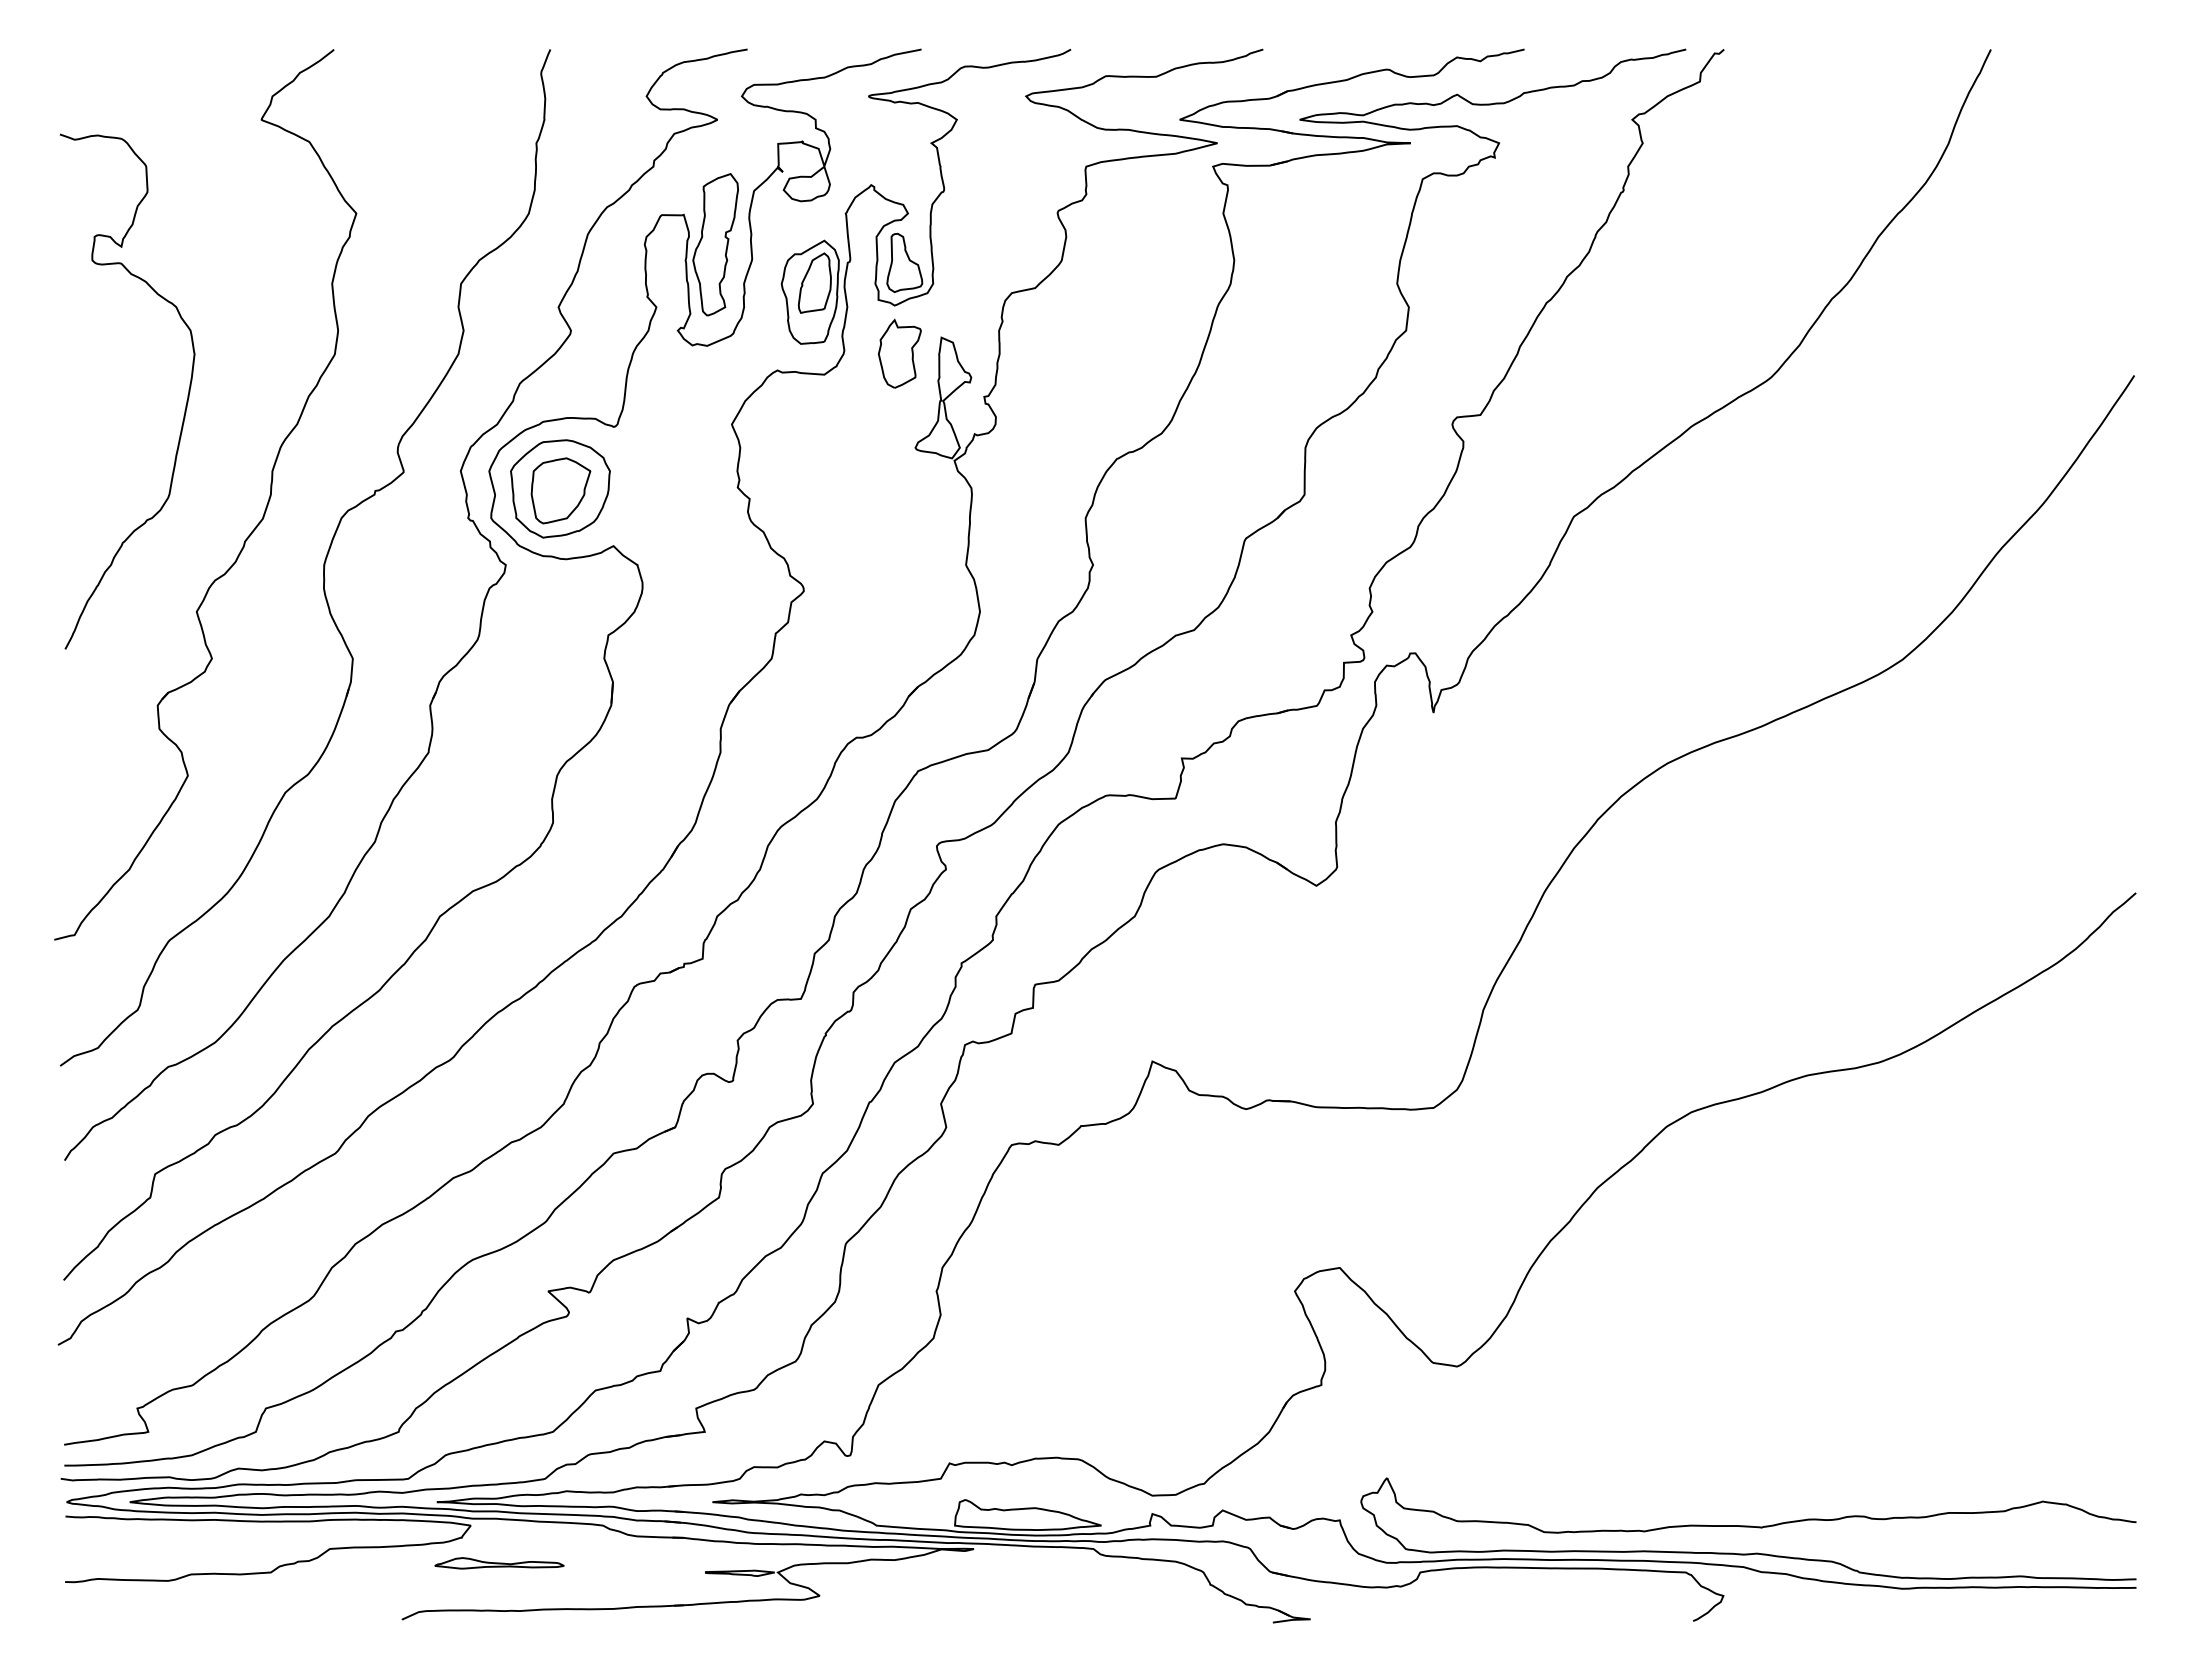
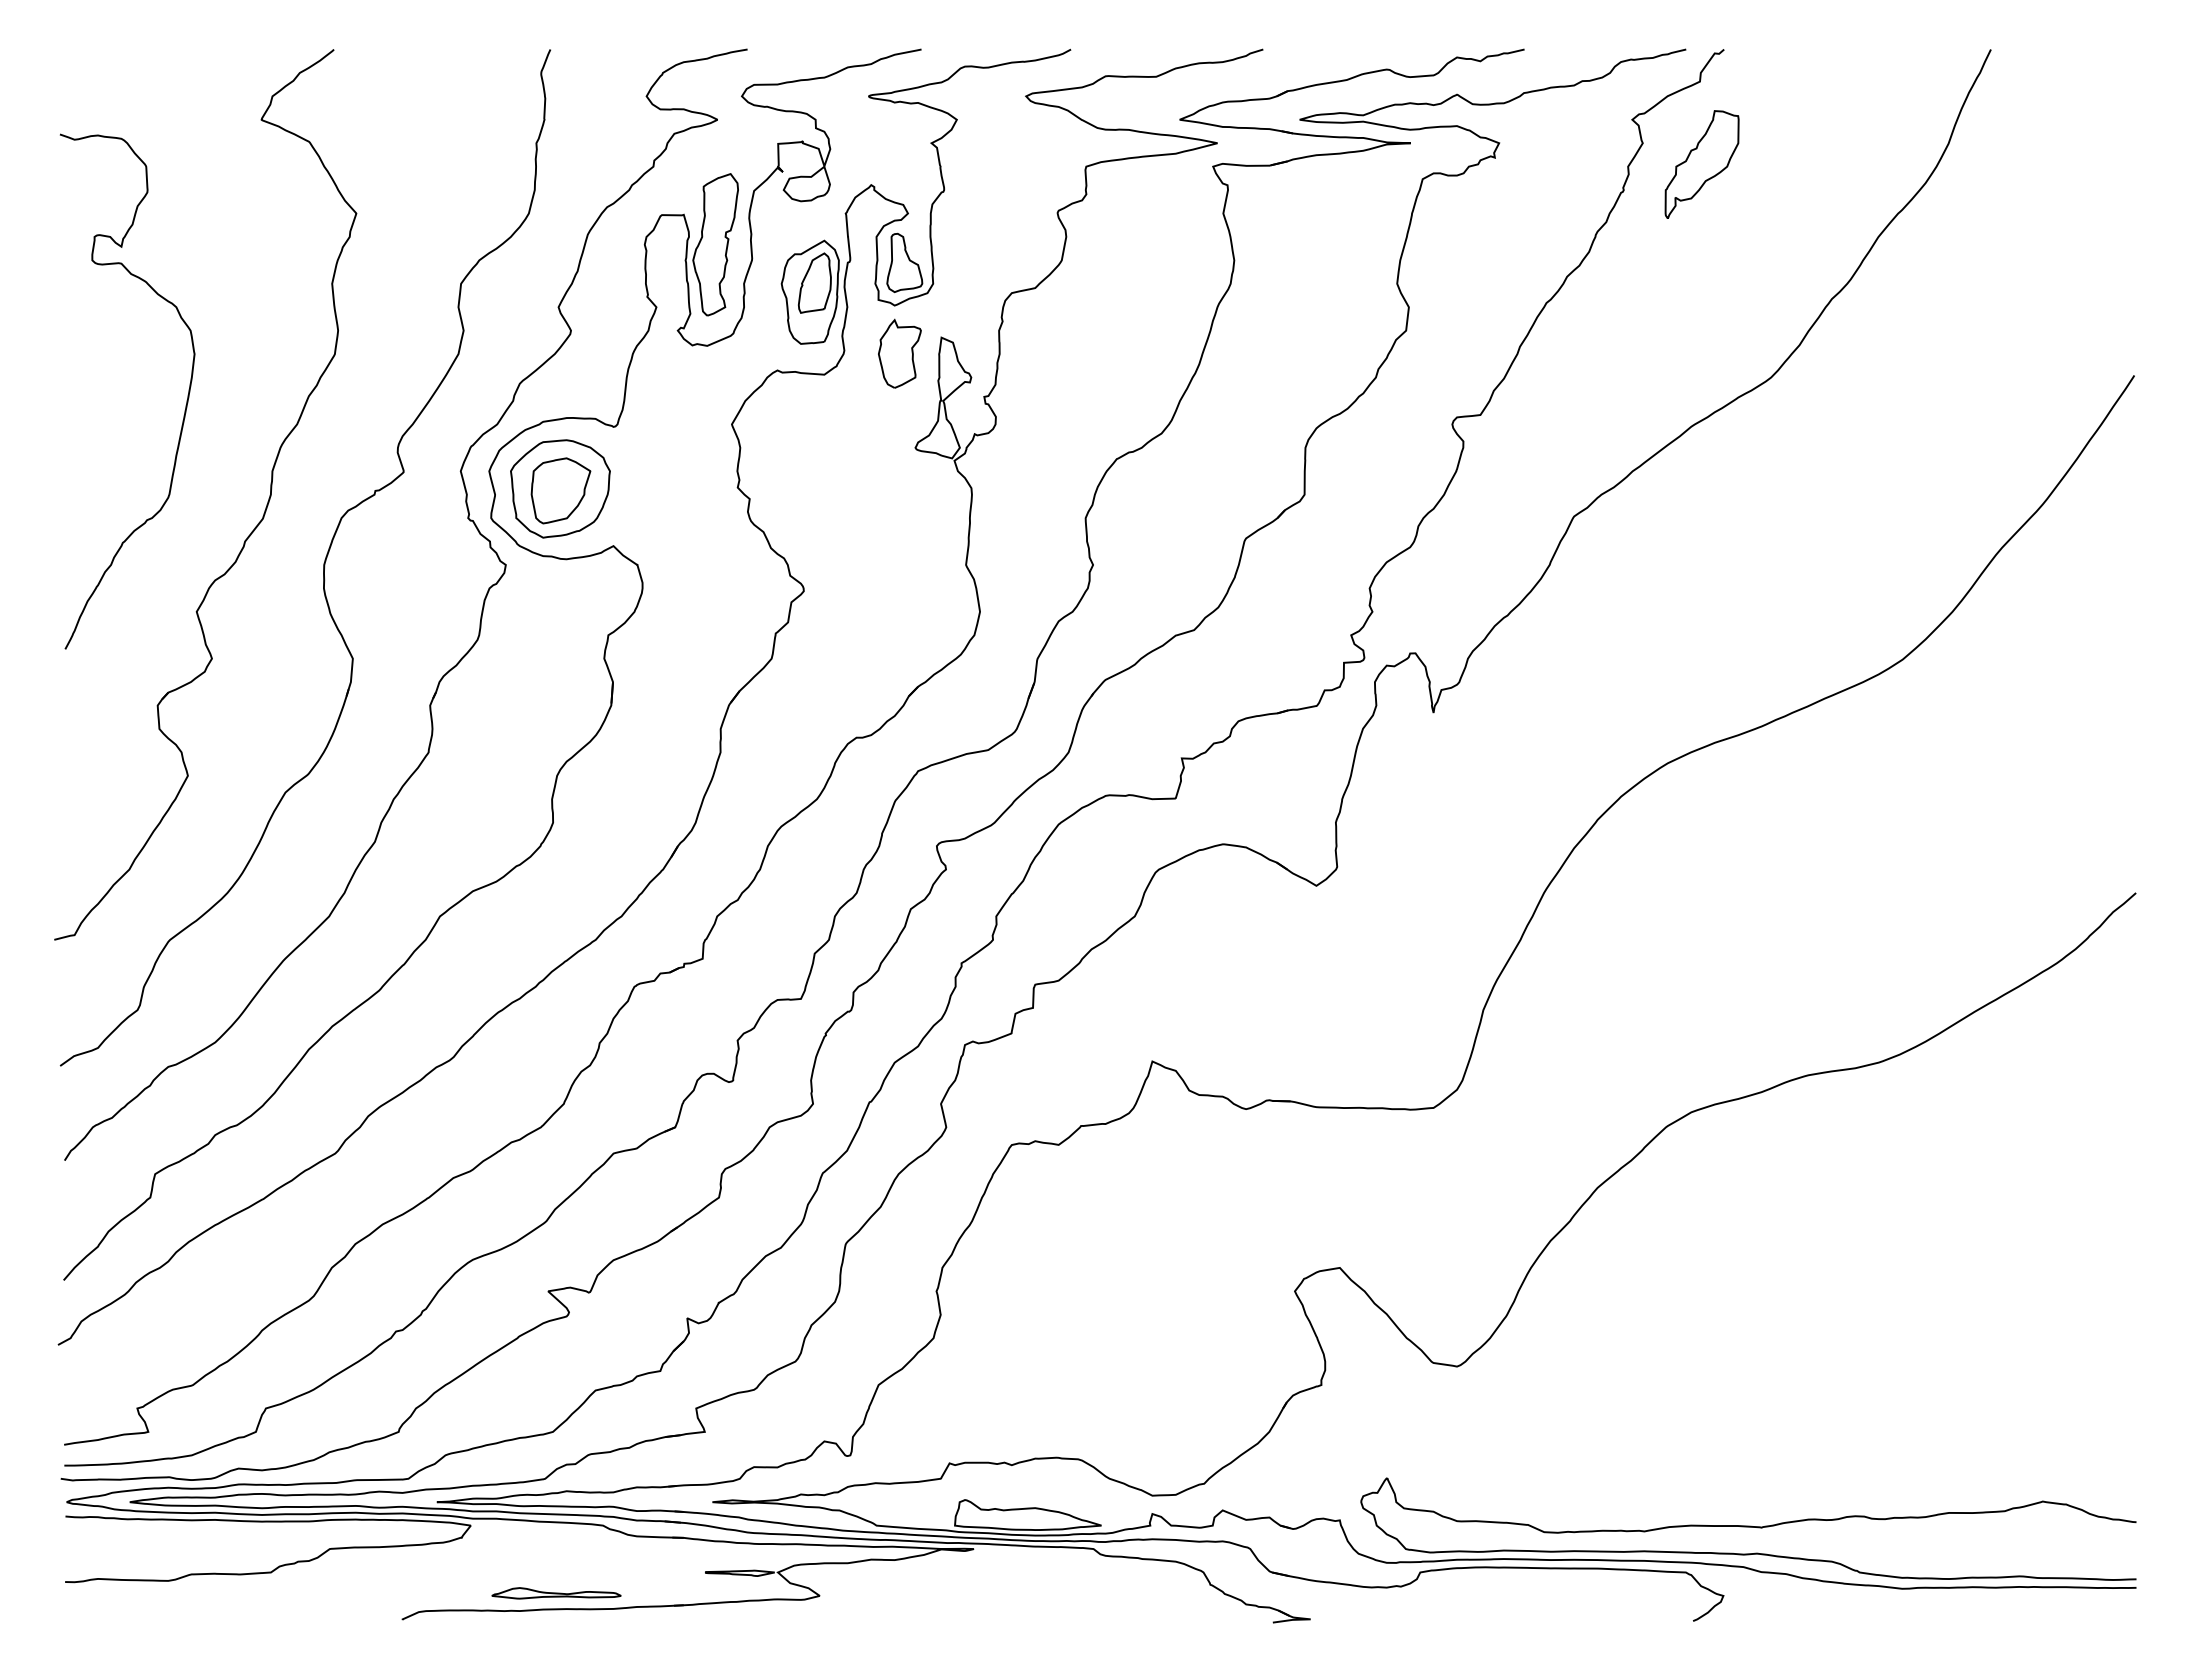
part at (1701, 164): none -> present
part at (499, 1563) position: (499, 1563) -> (556, 1593)
